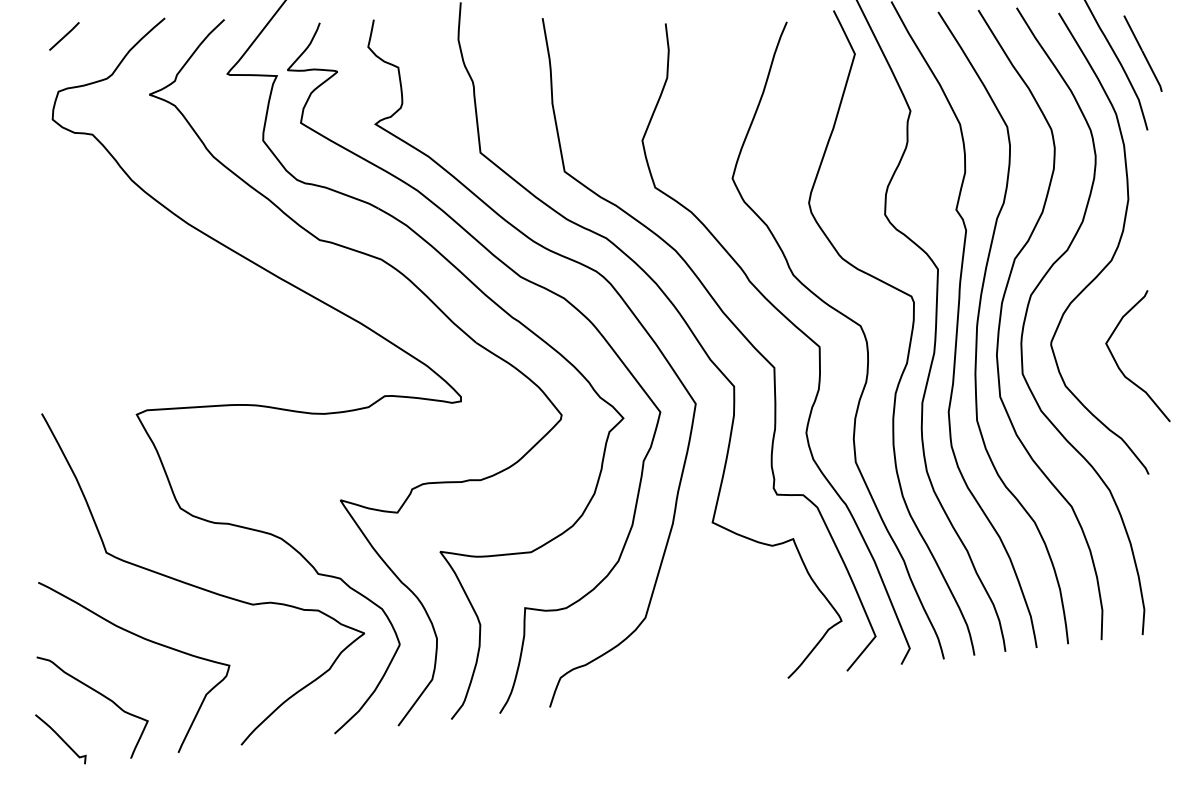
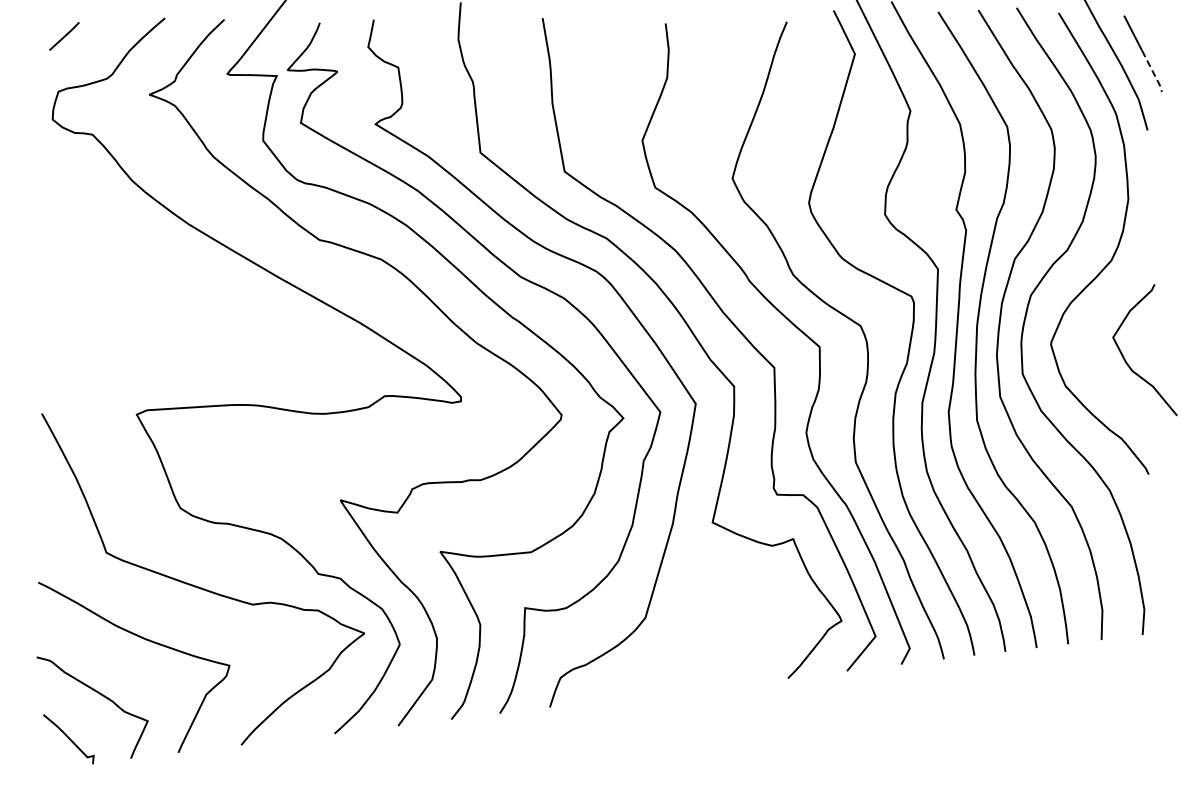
line at (1153, 72): solid -> dashed
curve at (1119, 366) position: (1119, 366) -> (1126, 360)
curve at (60, 739) position: (60, 739) -> (68, 739)
